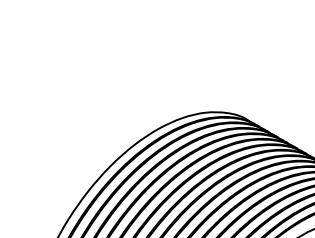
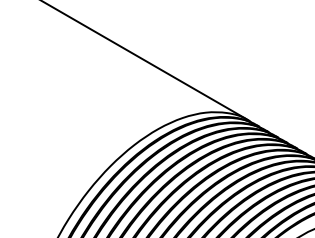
line at (146, 61): none -> present
